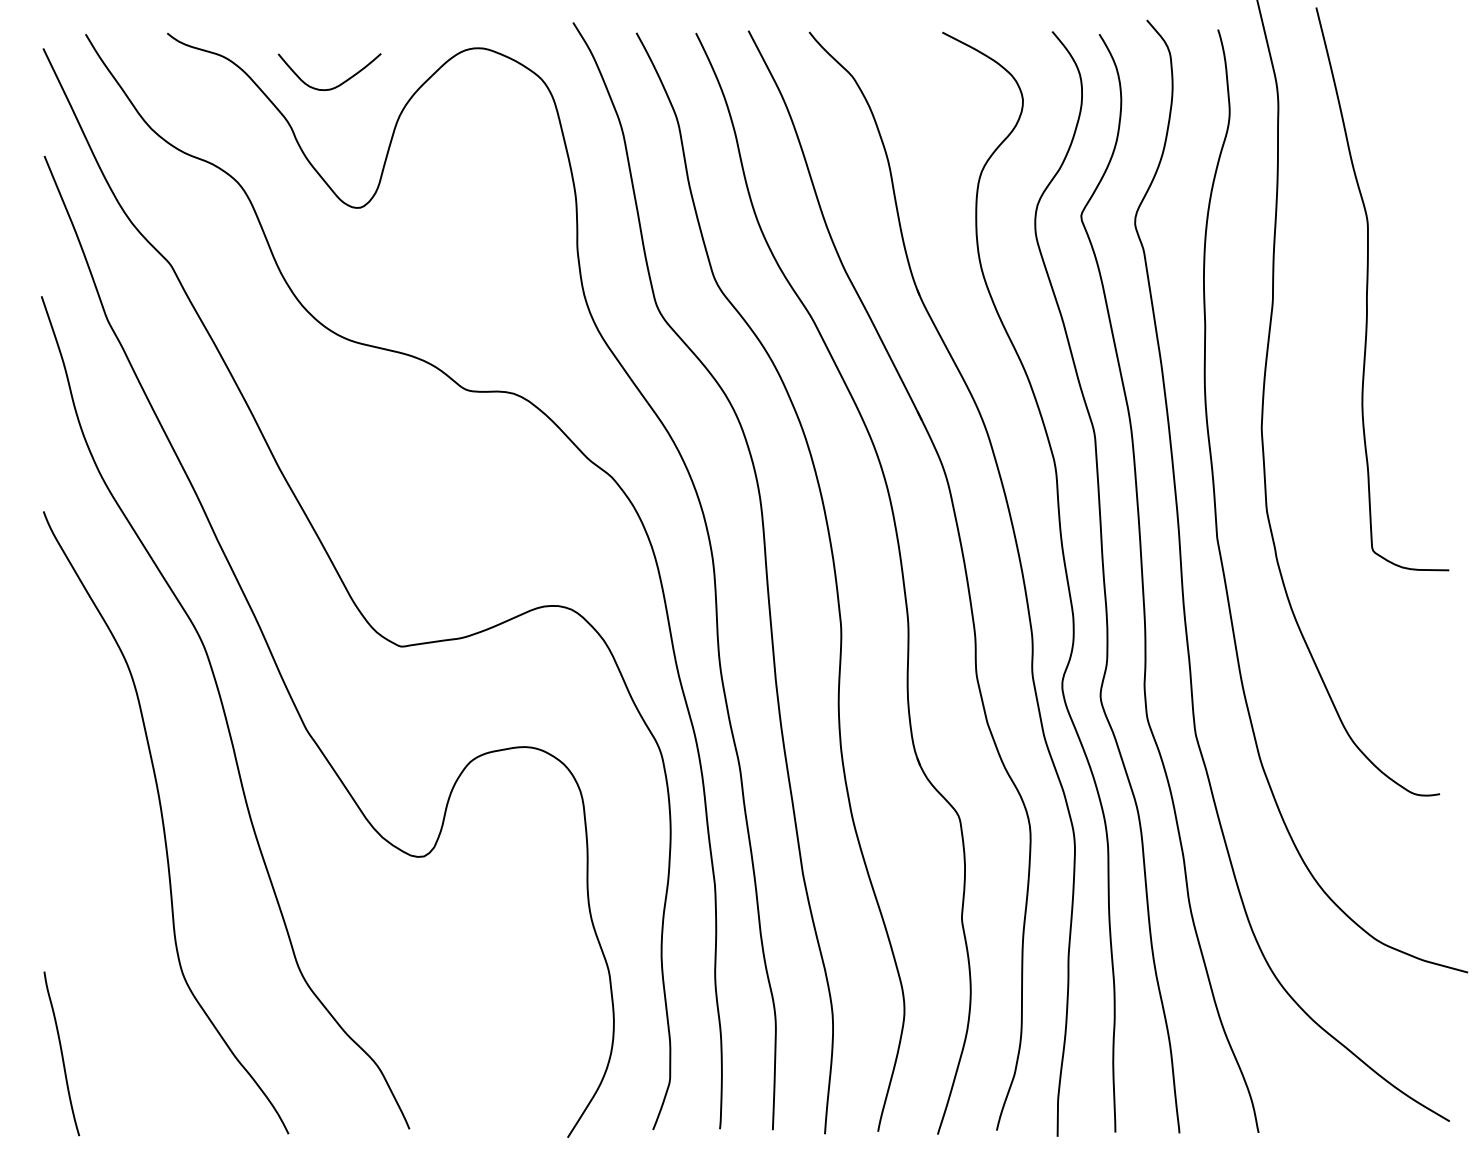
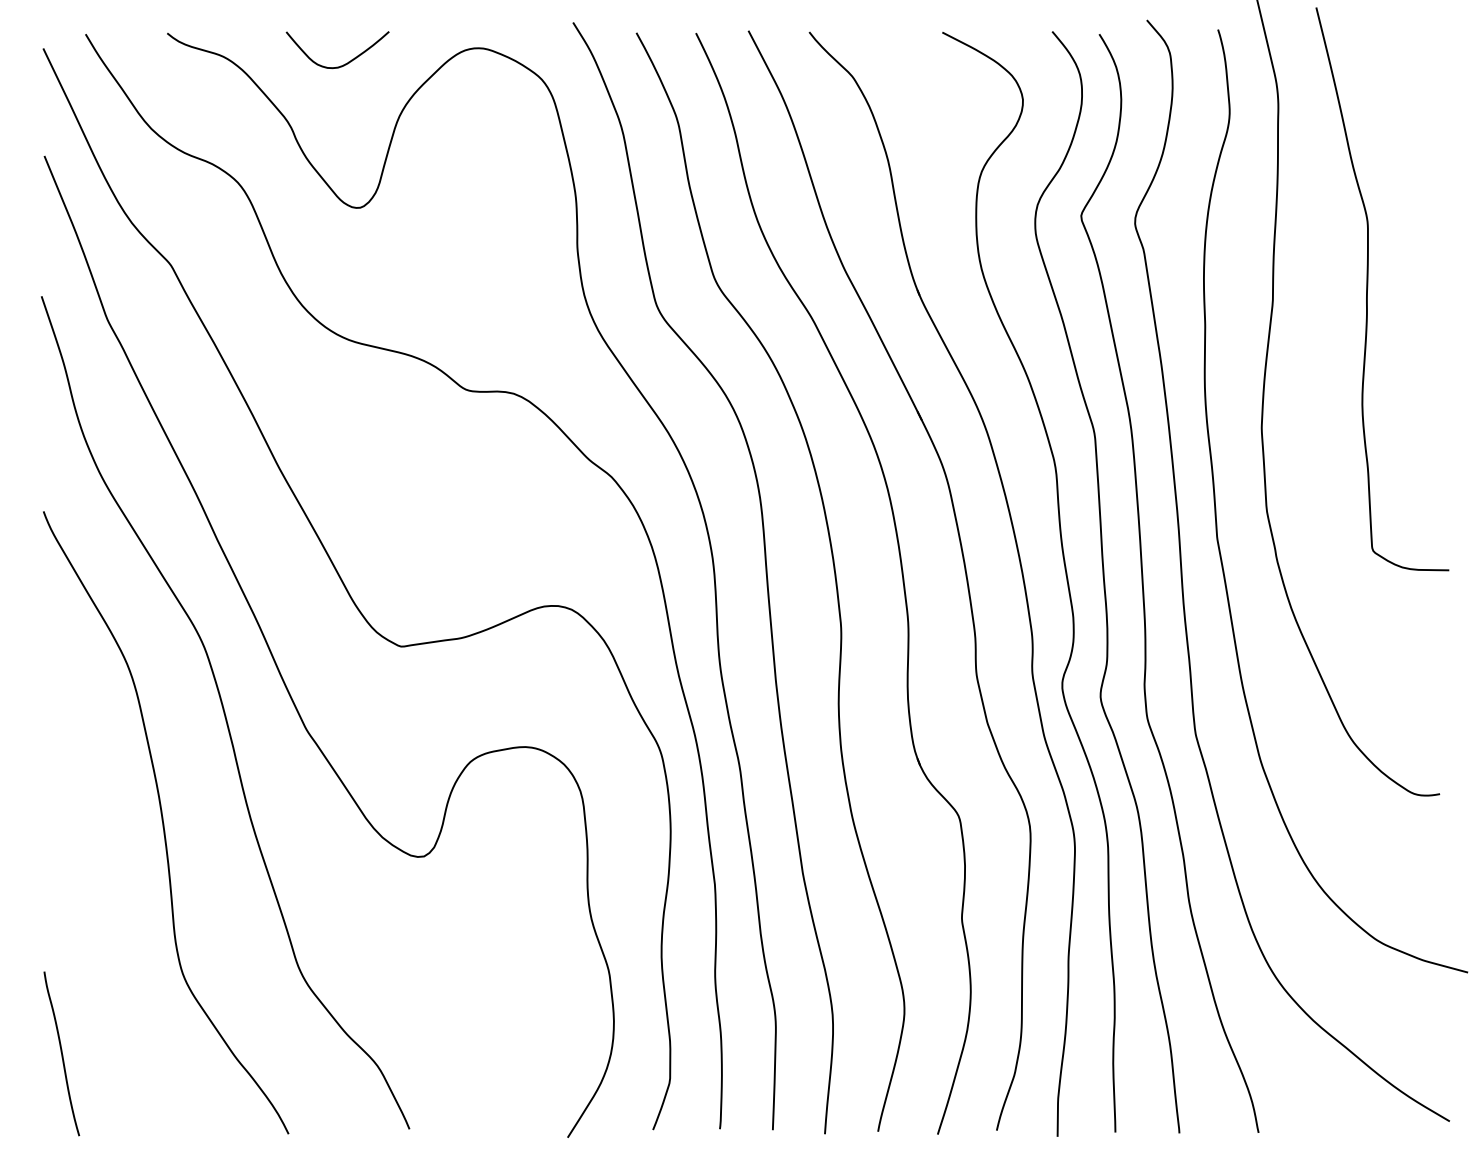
curve at (335, 86) position: (335, 86) -> (343, 64)
